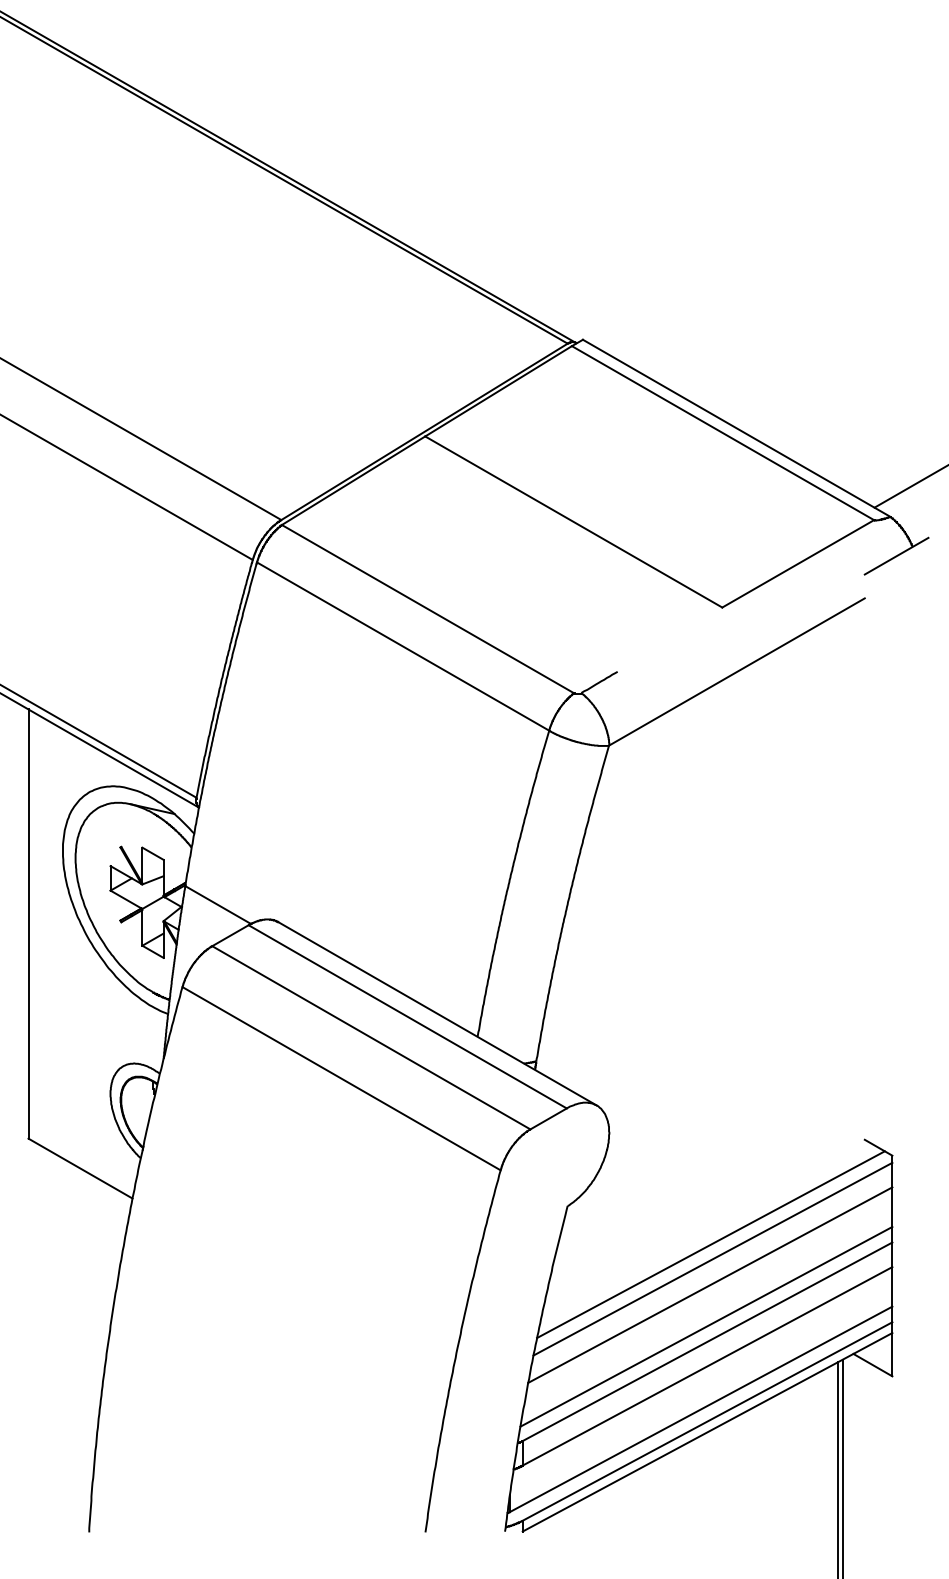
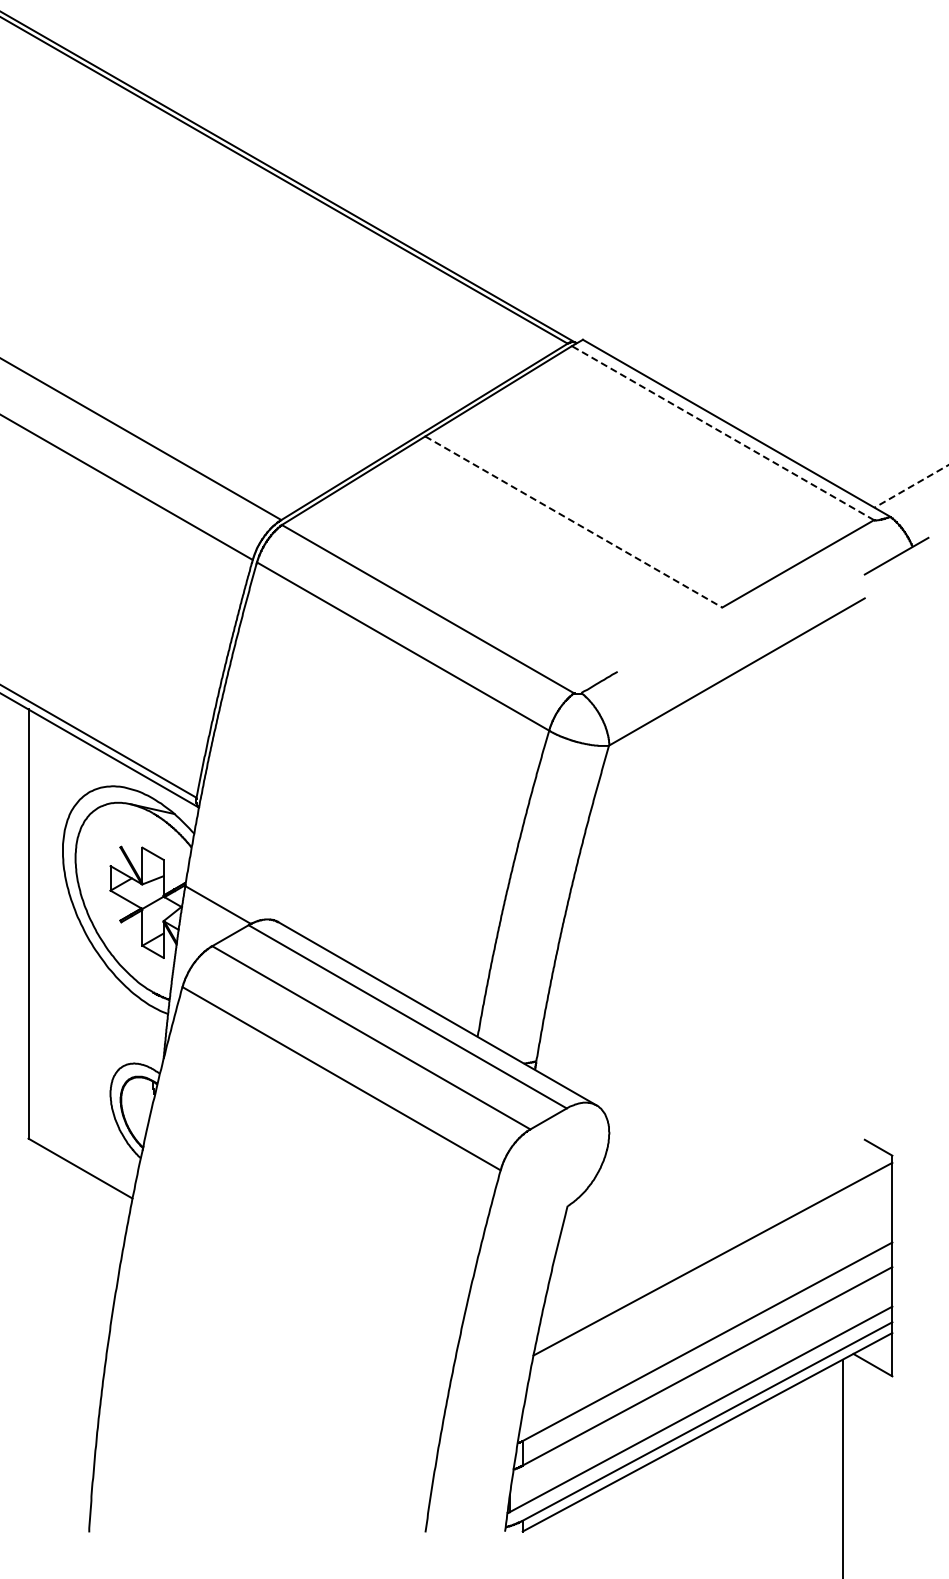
line at (722, 432): solid -> dashed
line at (911, 486): solid -> dashed
line at (574, 522): solid -> dashed
line at (710, 1244): present -> none
line at (710, 1284): present -> none
line at (706, 1326): present -> none
line at (838, 1468): present -> none
